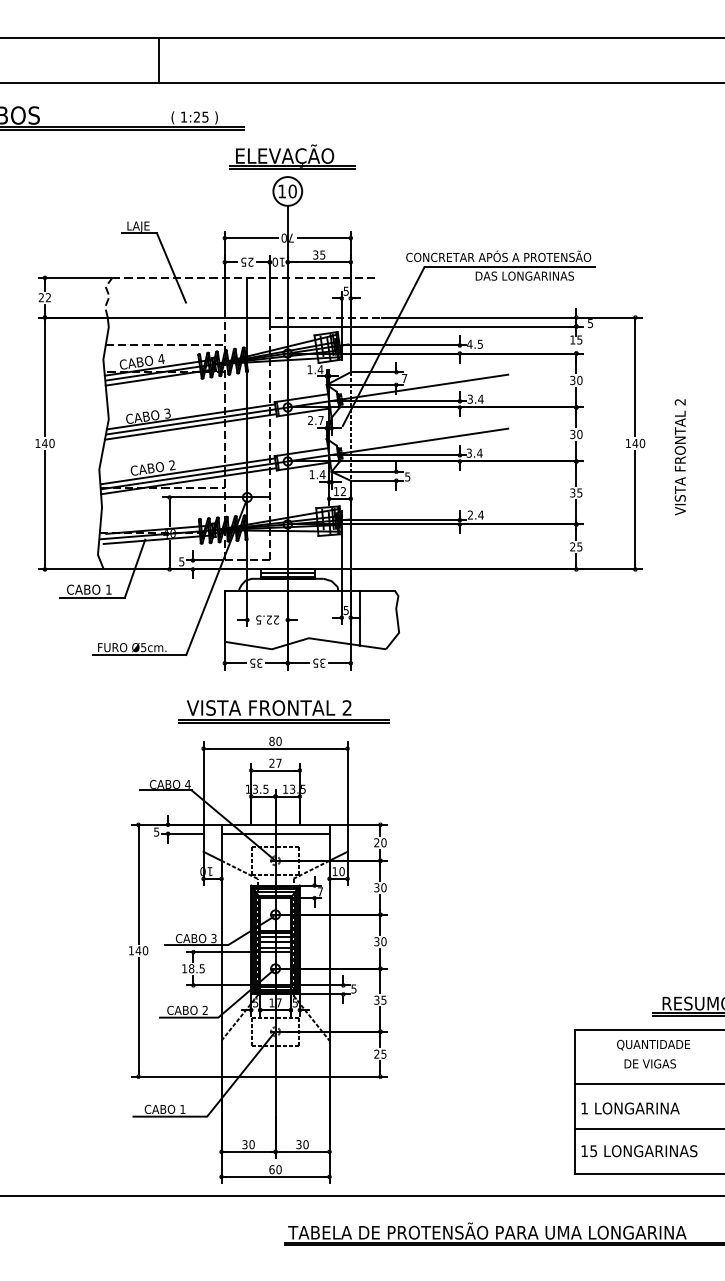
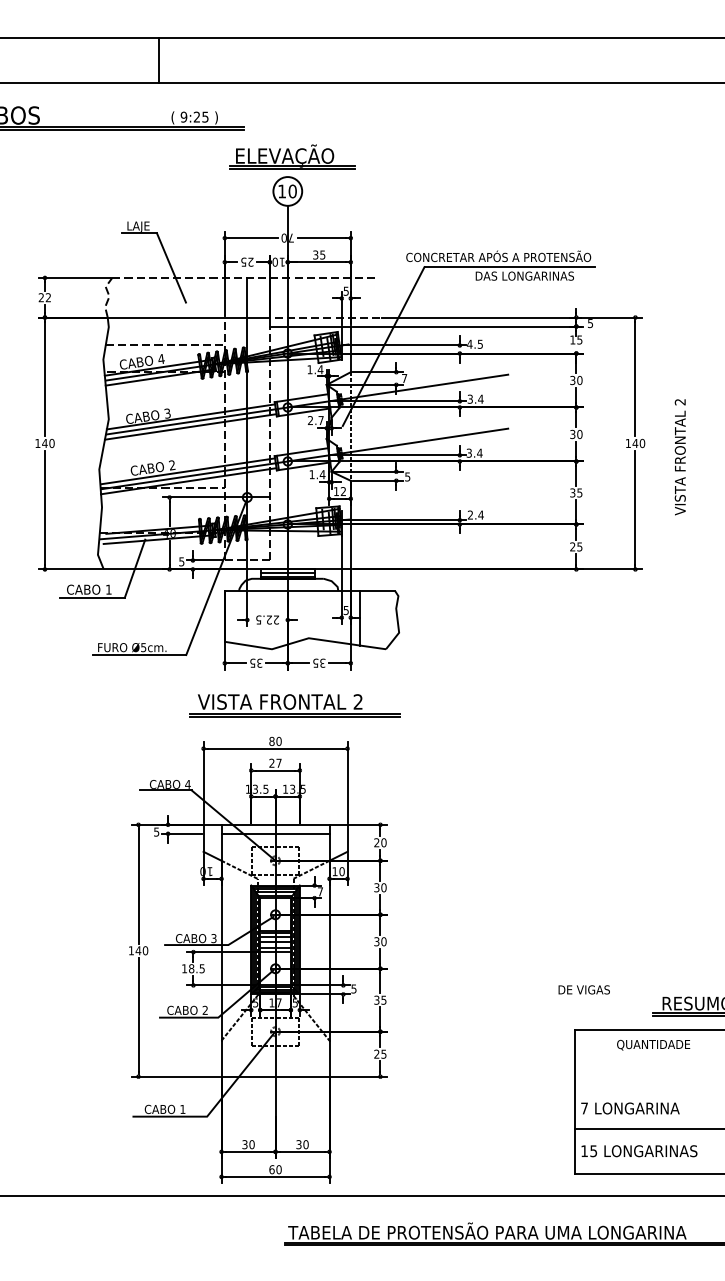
text at (183, 116): 1:25 -> 9:25
part at (283, 711) position: (283, 711) -> (294, 705)
text at (649, 1063) position: (649, 1063) -> (583, 989)
line at (648, 1083): present -> none
text at (584, 1108): 1 -> 7
